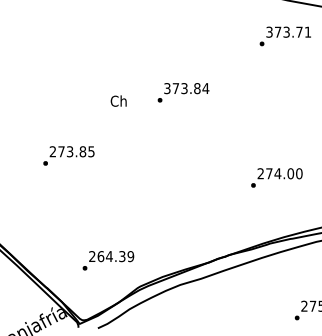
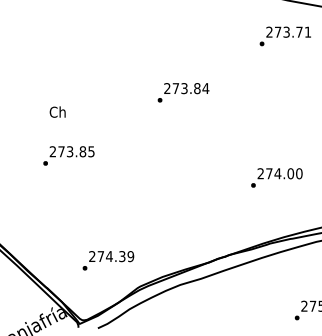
text at (269, 32): 373.71 -> 273.71
text at (167, 88): 373.84 -> 273.84
text at (118, 100) position: (118, 100) -> (57, 111)
text at (100, 256): 264.39 -> 274.39
